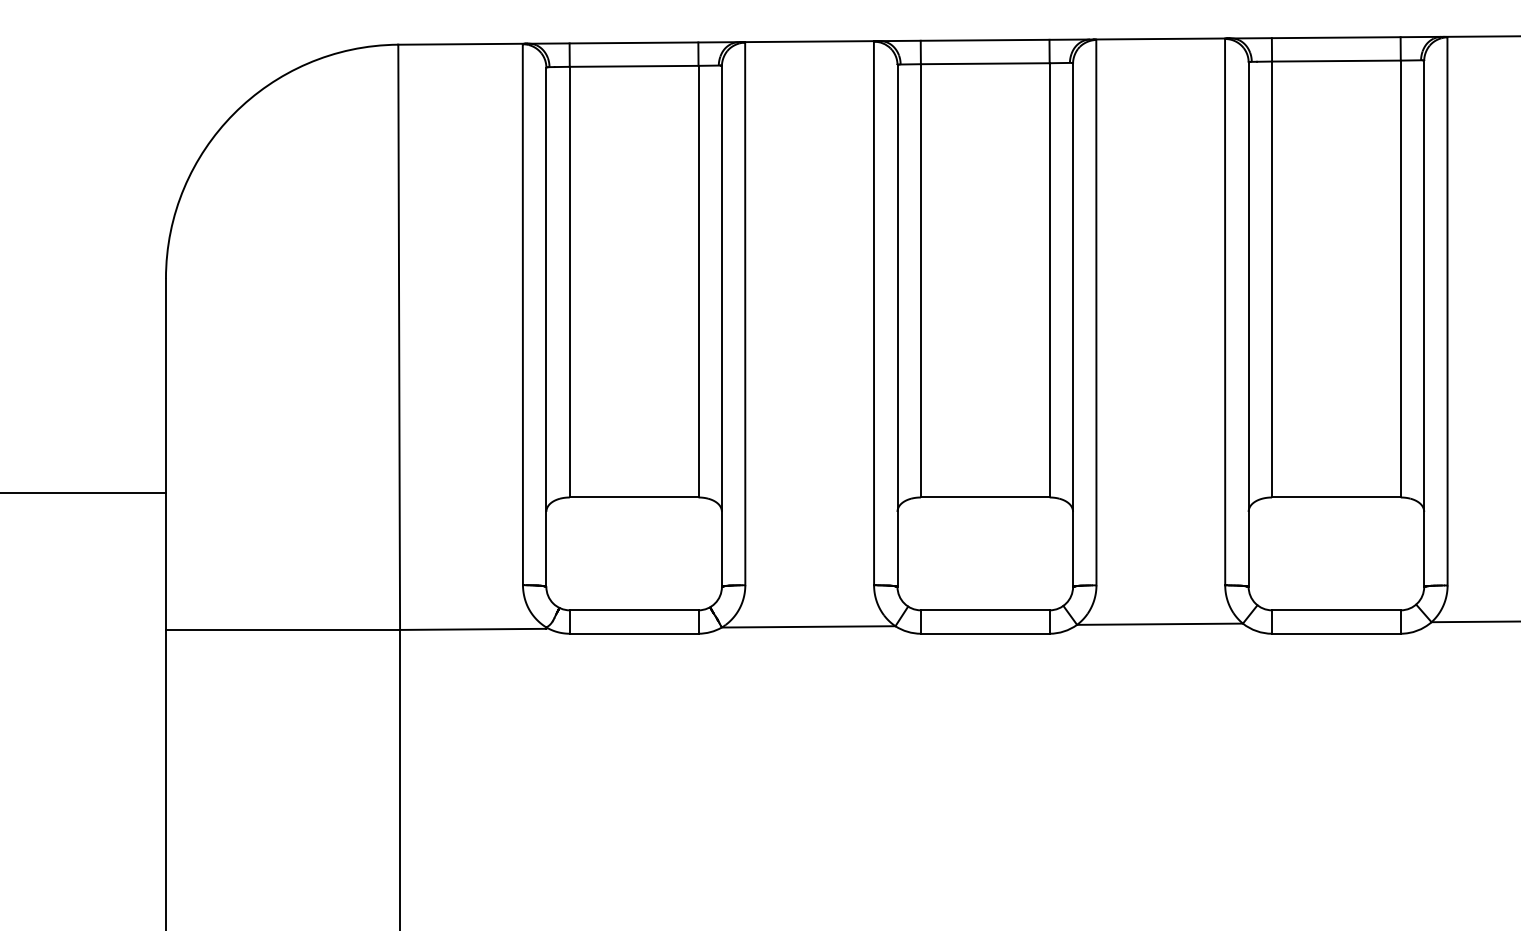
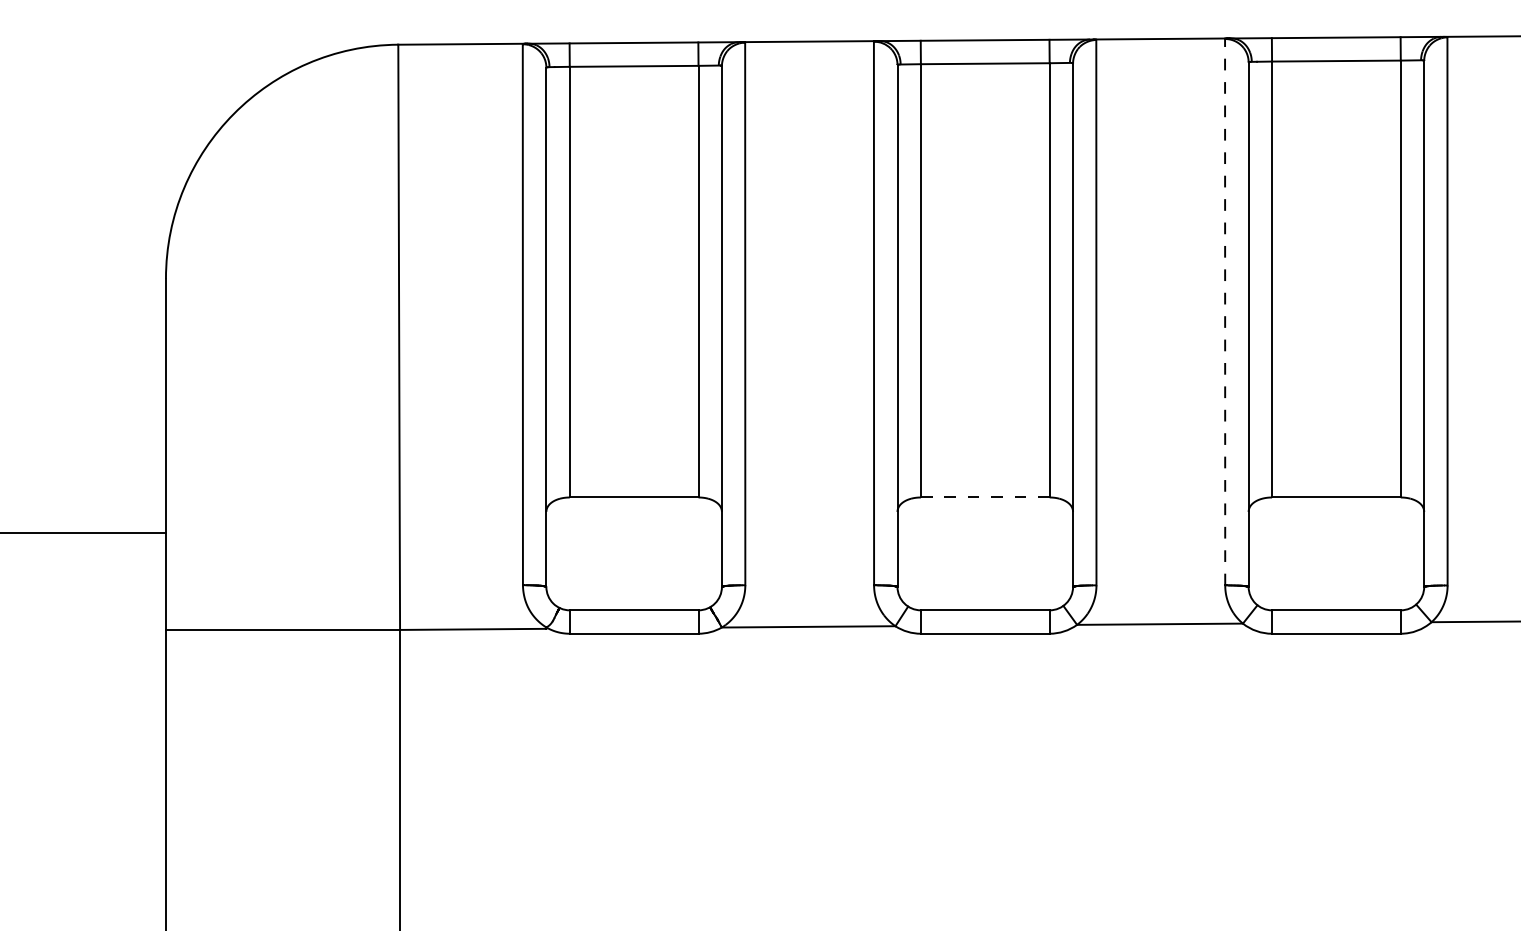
line at (1225, 311): solid -> dashed
line at (83, 493) position: (83, 493) -> (83, 533)
line at (985, 497): solid -> dashed
